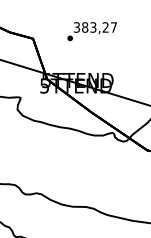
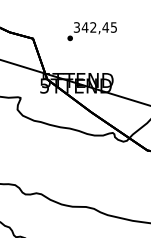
text at (98, 27): 383,27 -> 342,45
